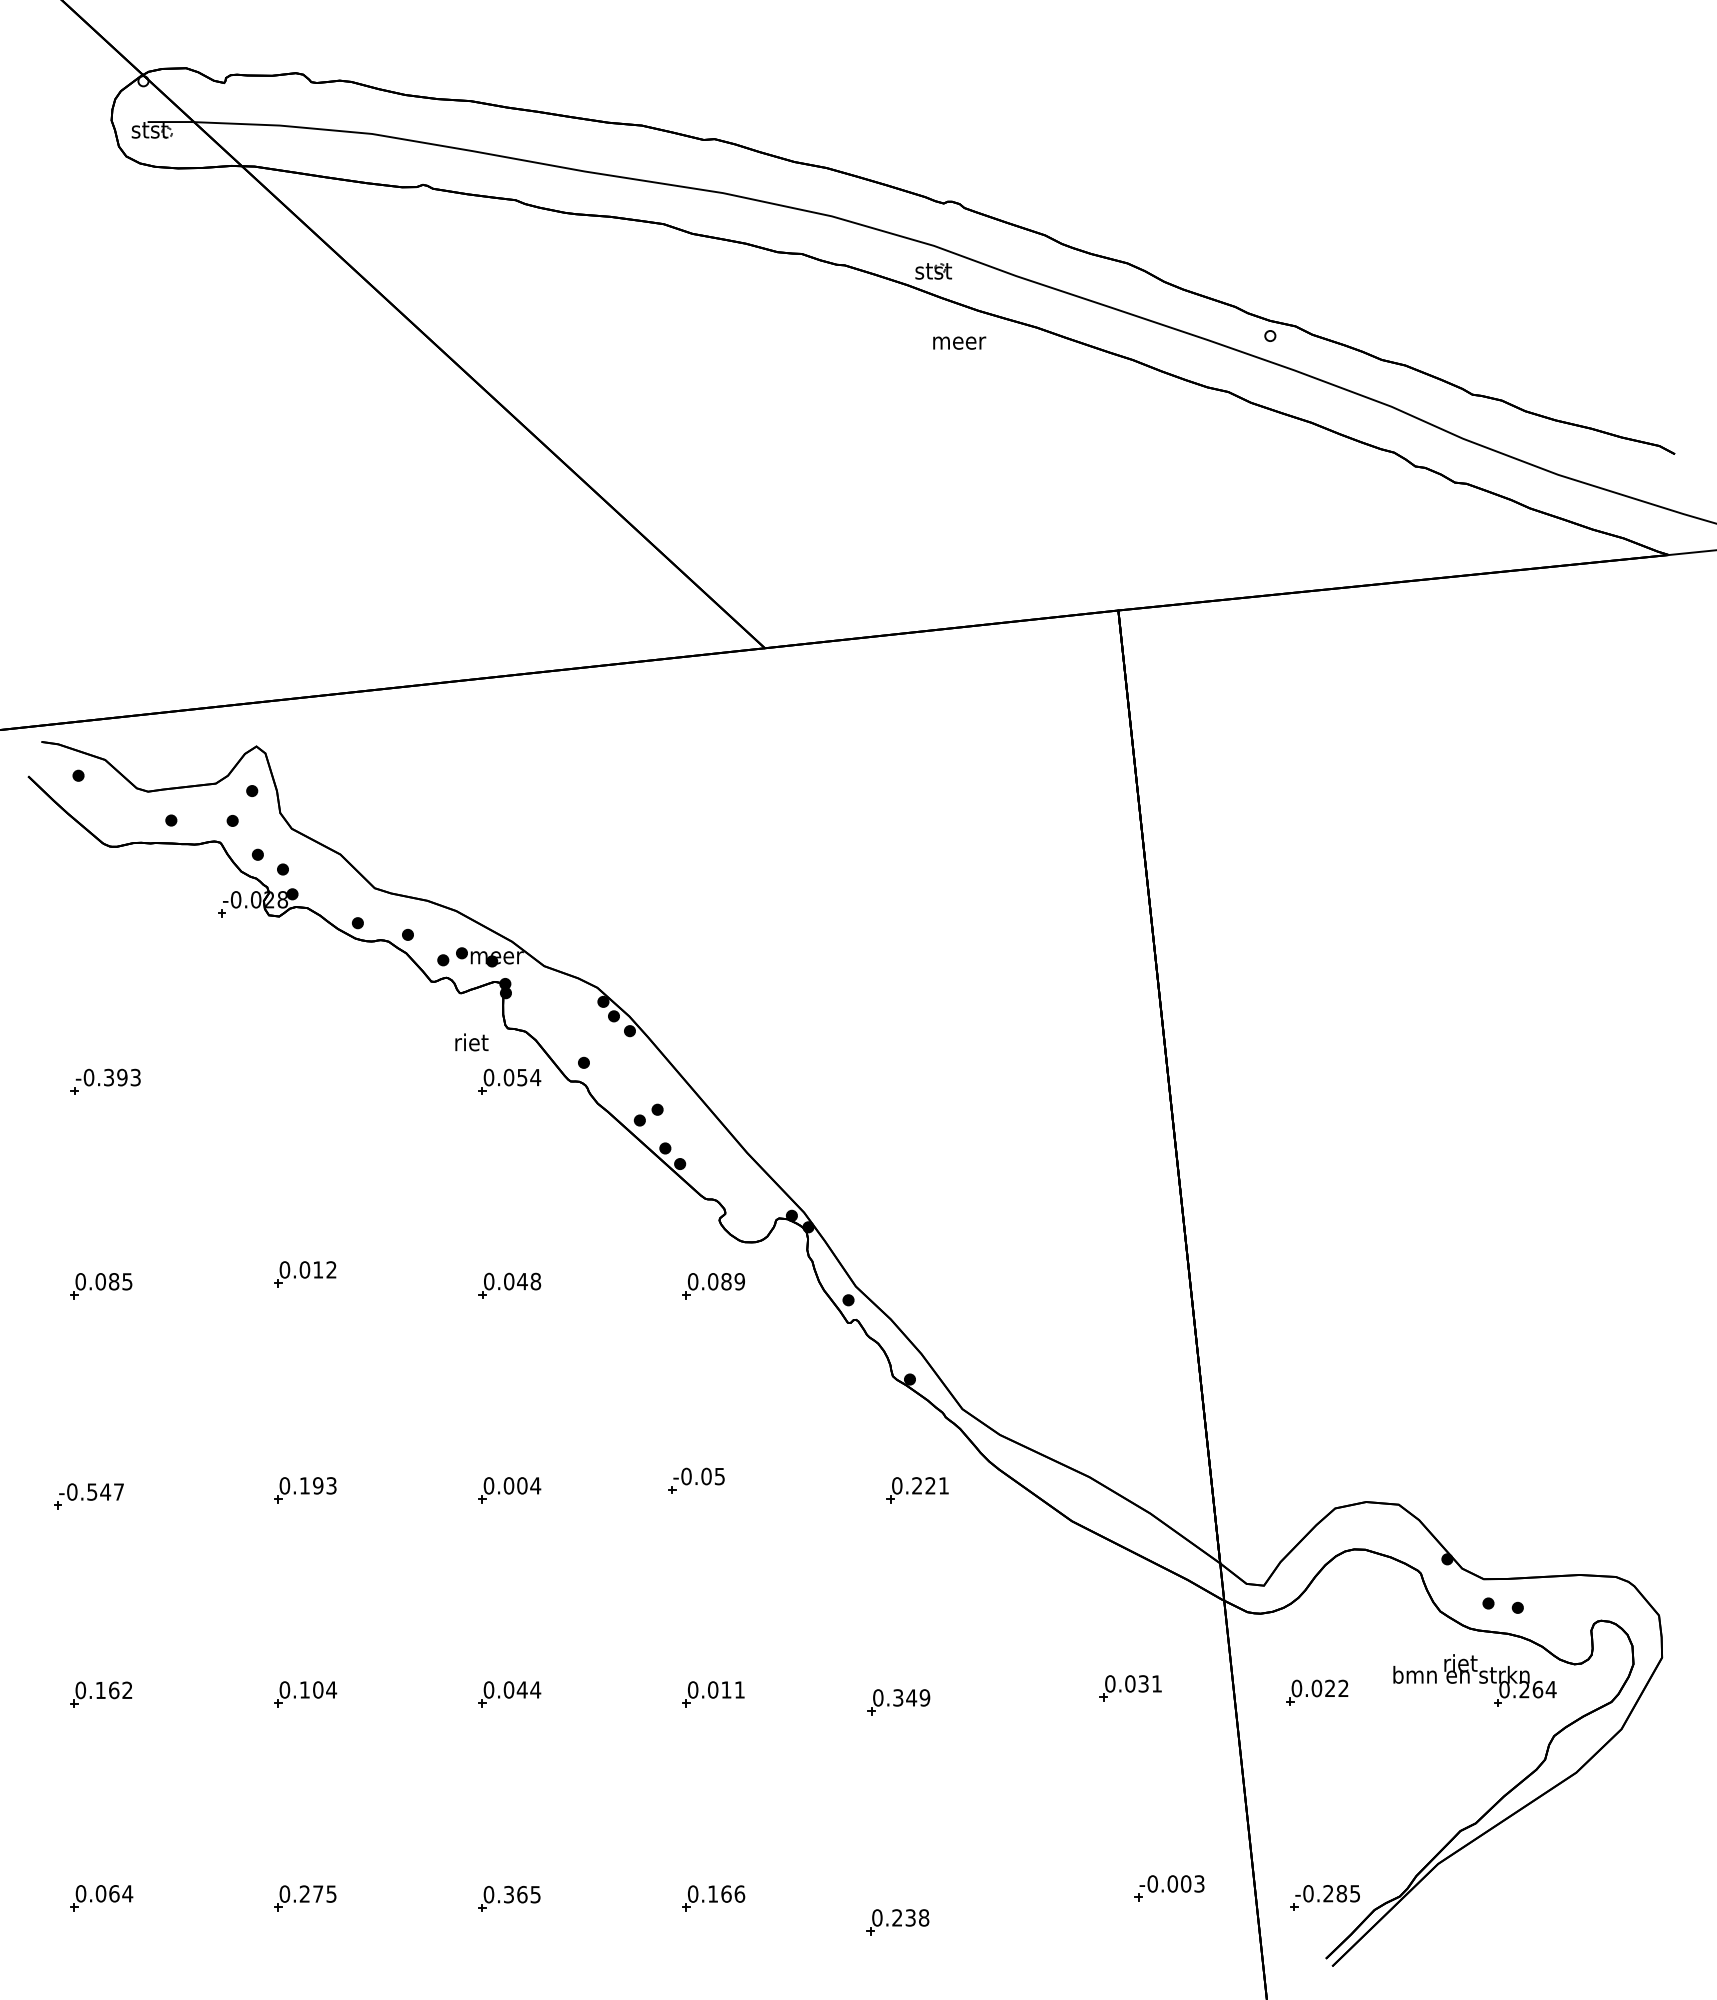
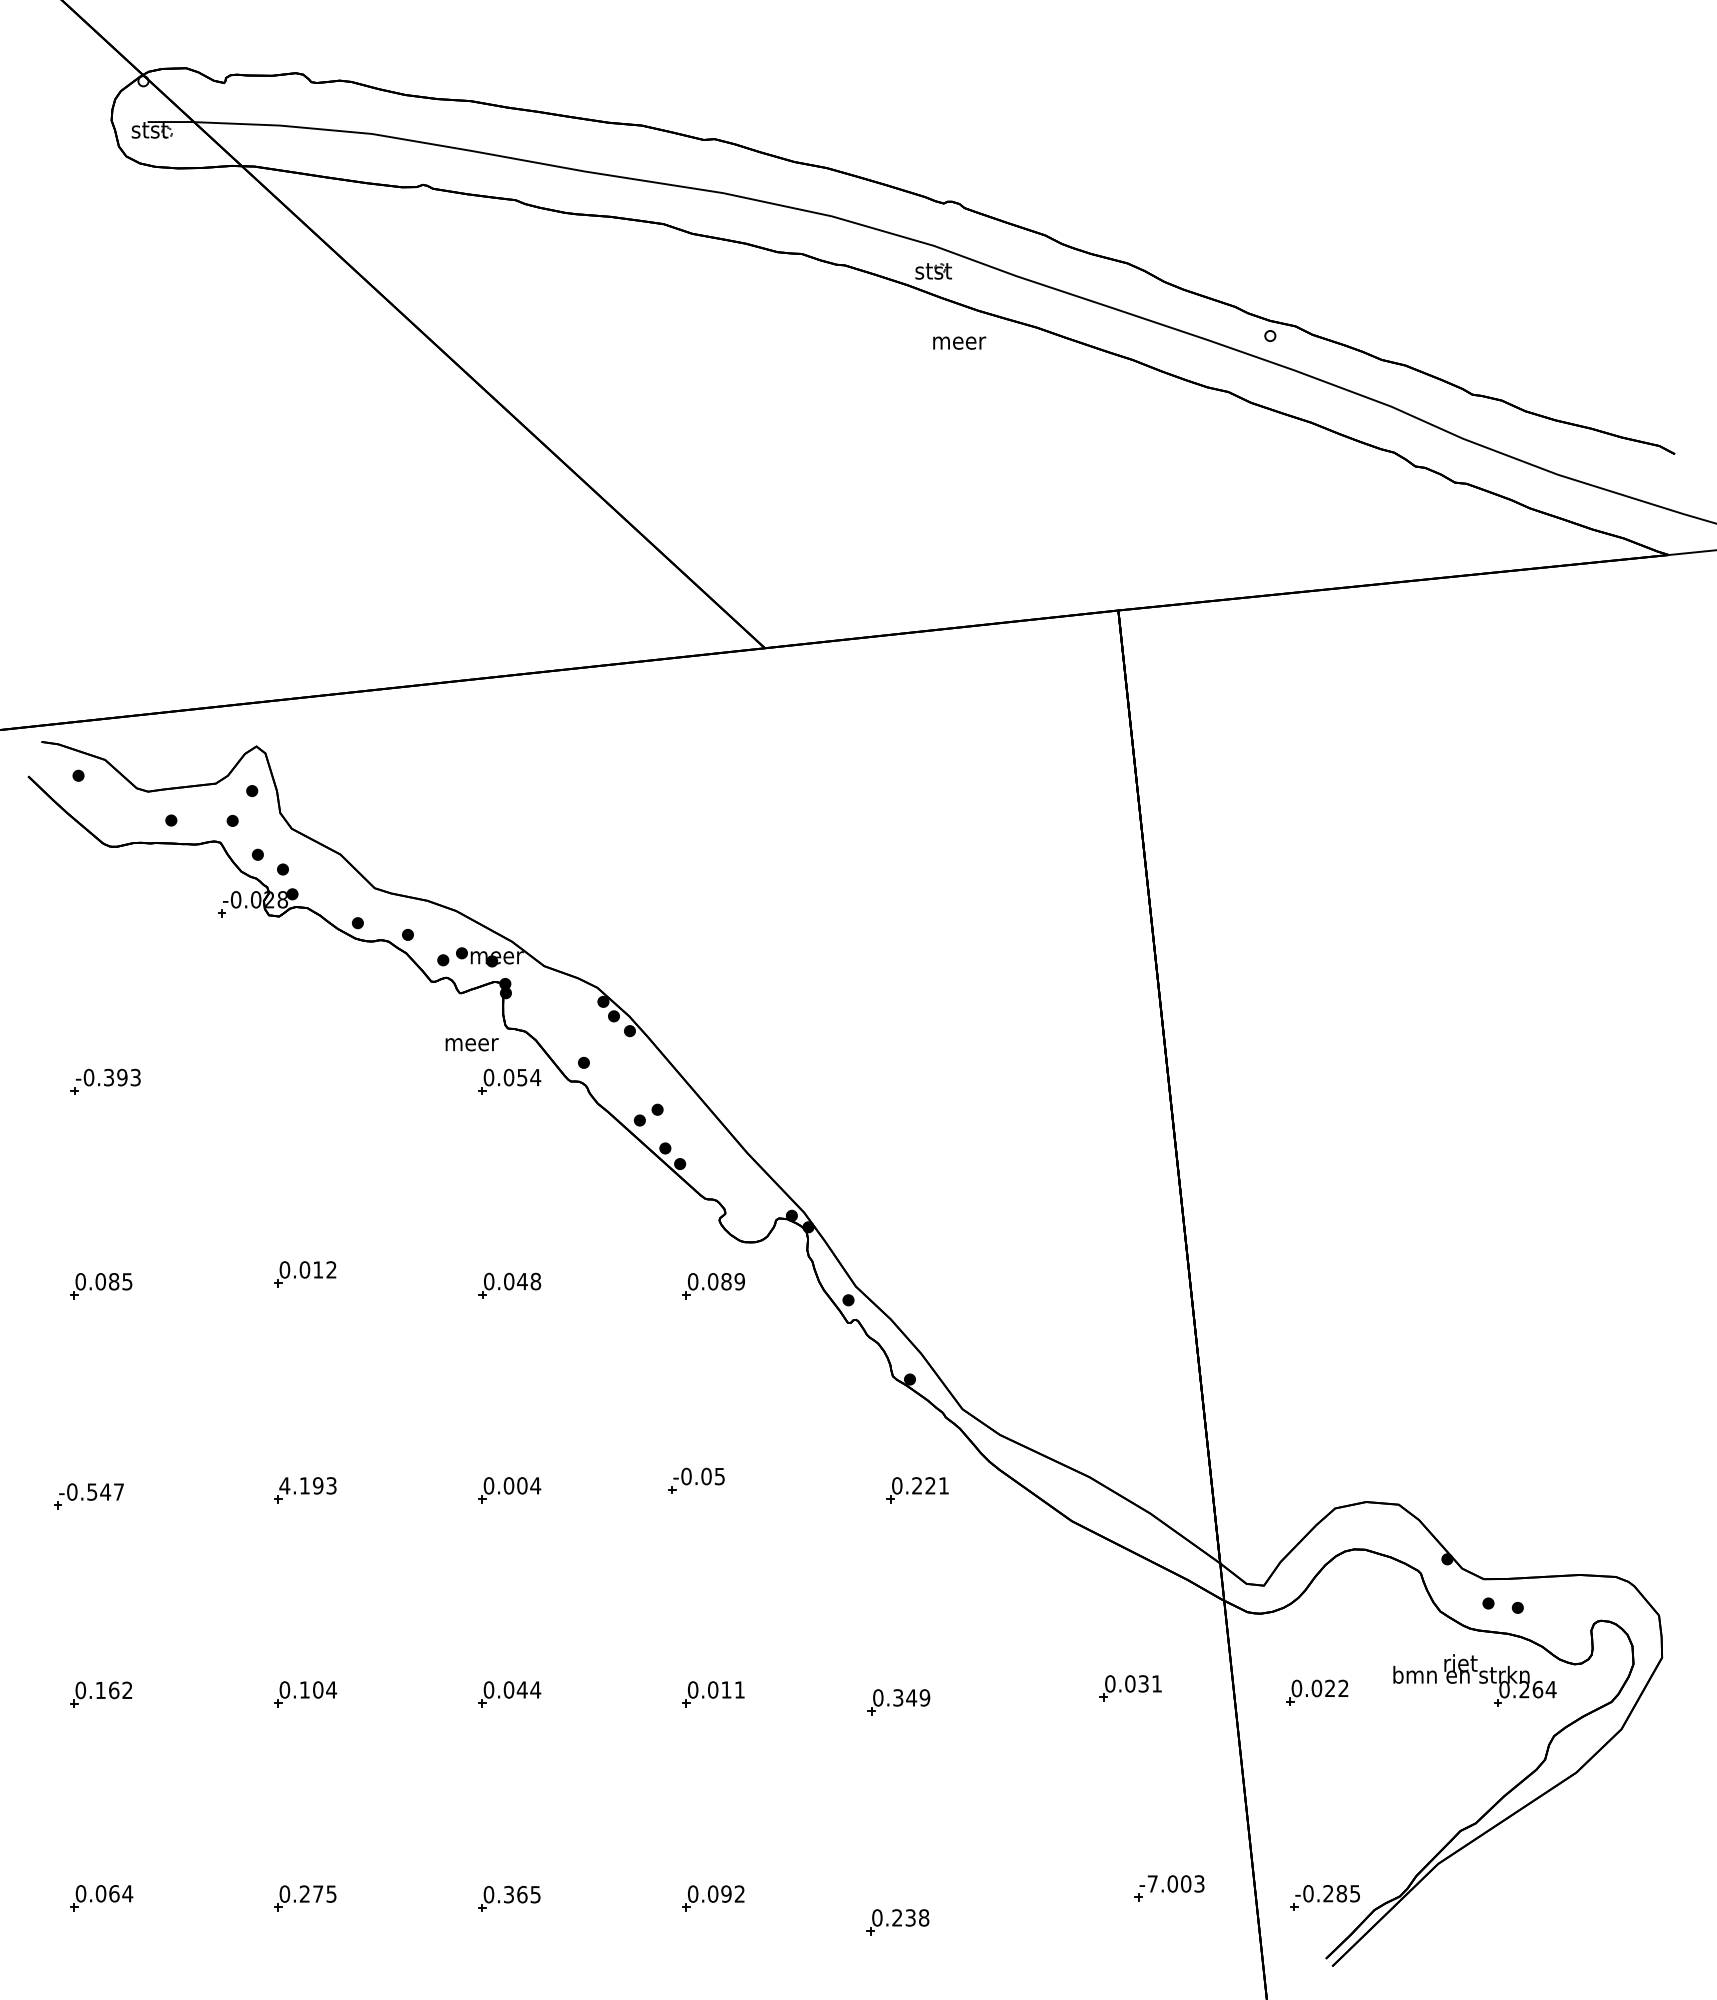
text at (471, 1042): riet -> meer
text at (284, 1485): 0.193 -> 4.193
text at (1152, 1883): -0.003 -> -7.003
text at (726, 1893): 0.166 -> 0.092
